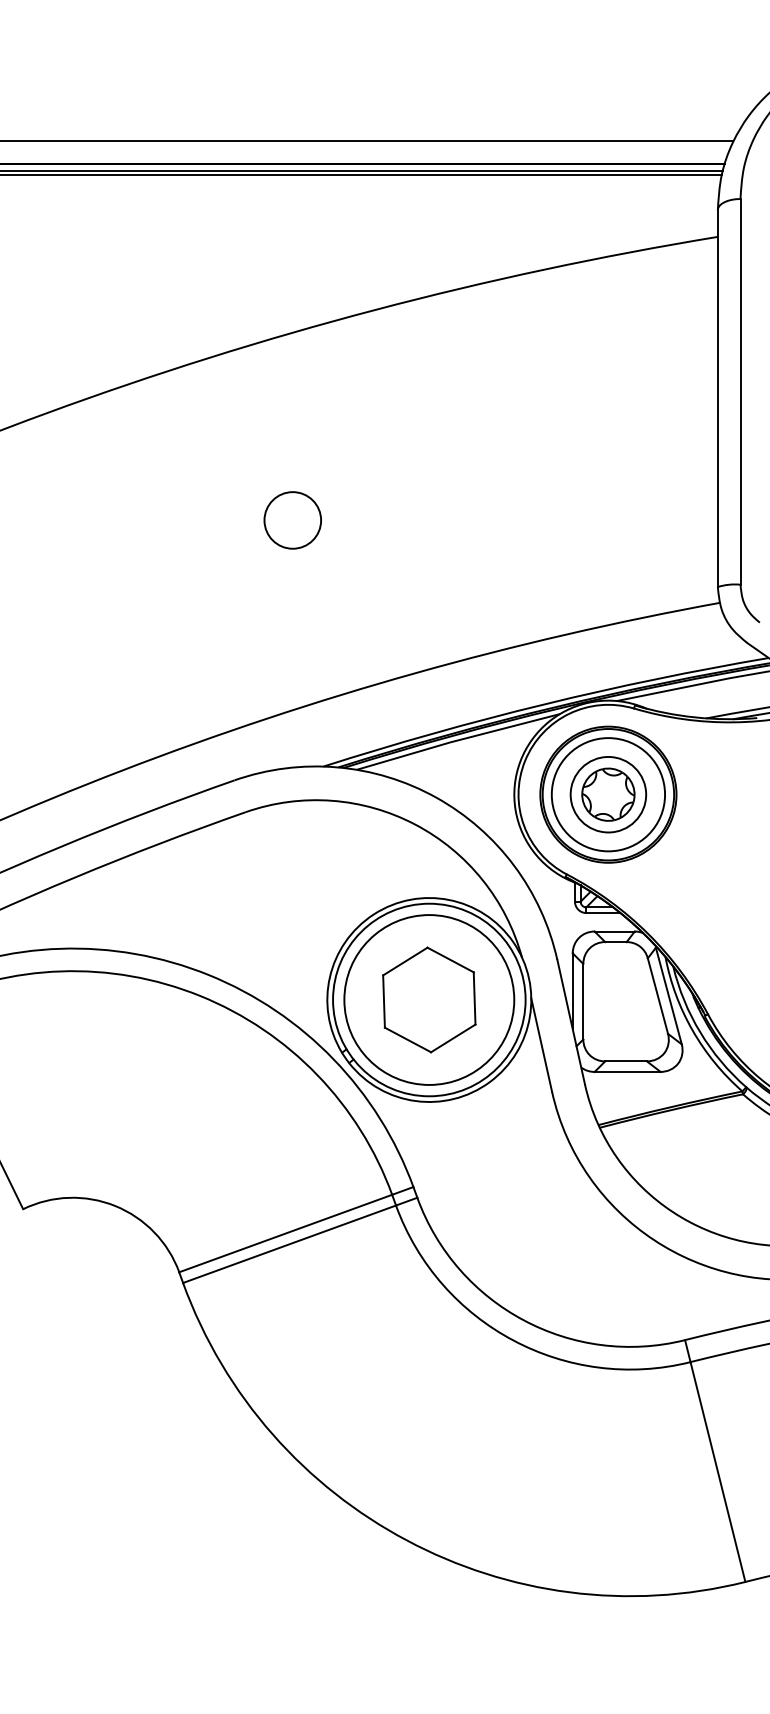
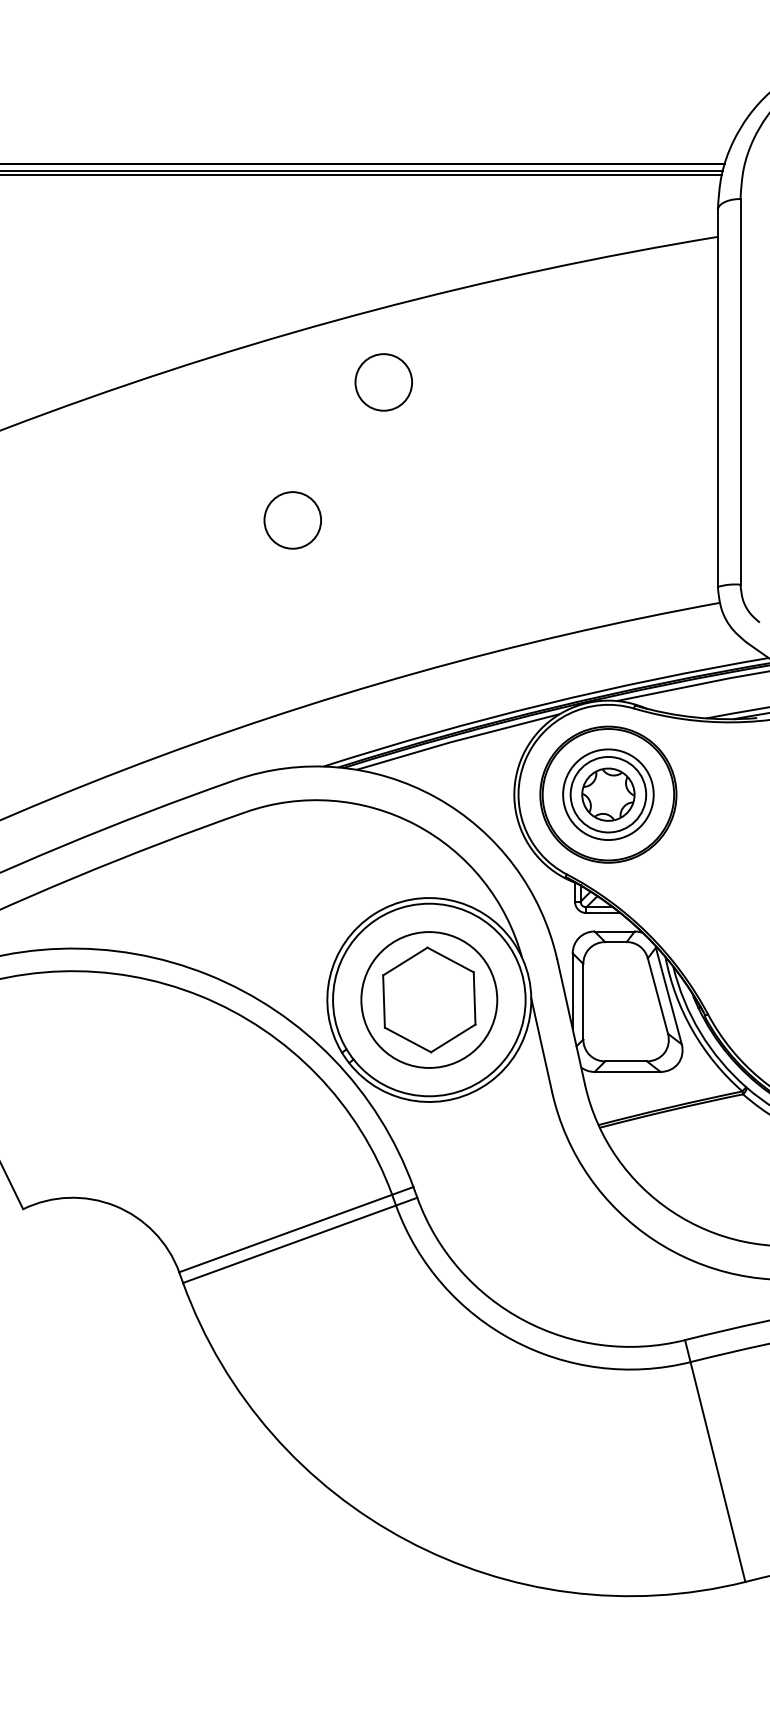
line at (367, 141): present -> none
circle at (383, 382): none -> present
circle at (608, 794) diameter: 113 px -> 91 px
circle at (429, 999) diameter: 170 px -> 136 px
